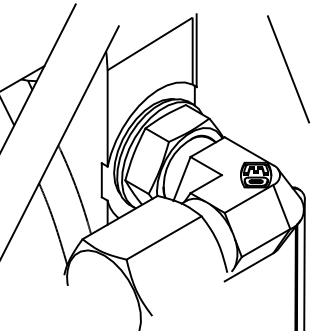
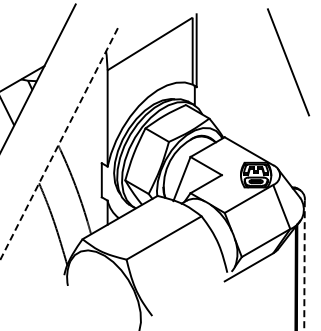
line at (288, 69) position: (288, 69) -> (288, 62)
line at (59, 142): solid -> dashed
line at (304, 265): solid -> dashed
